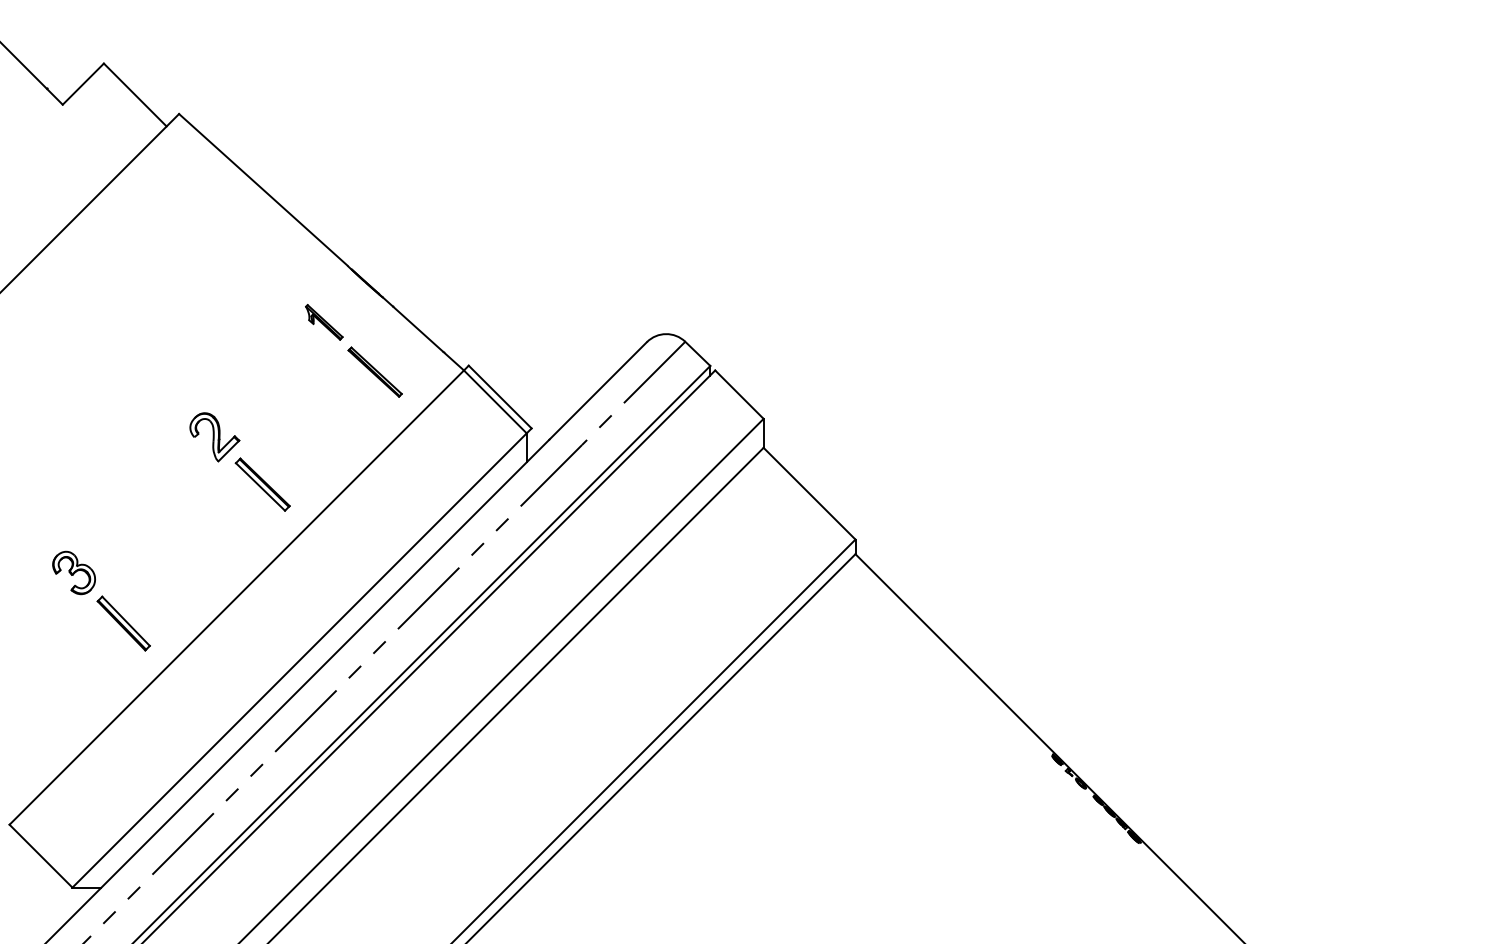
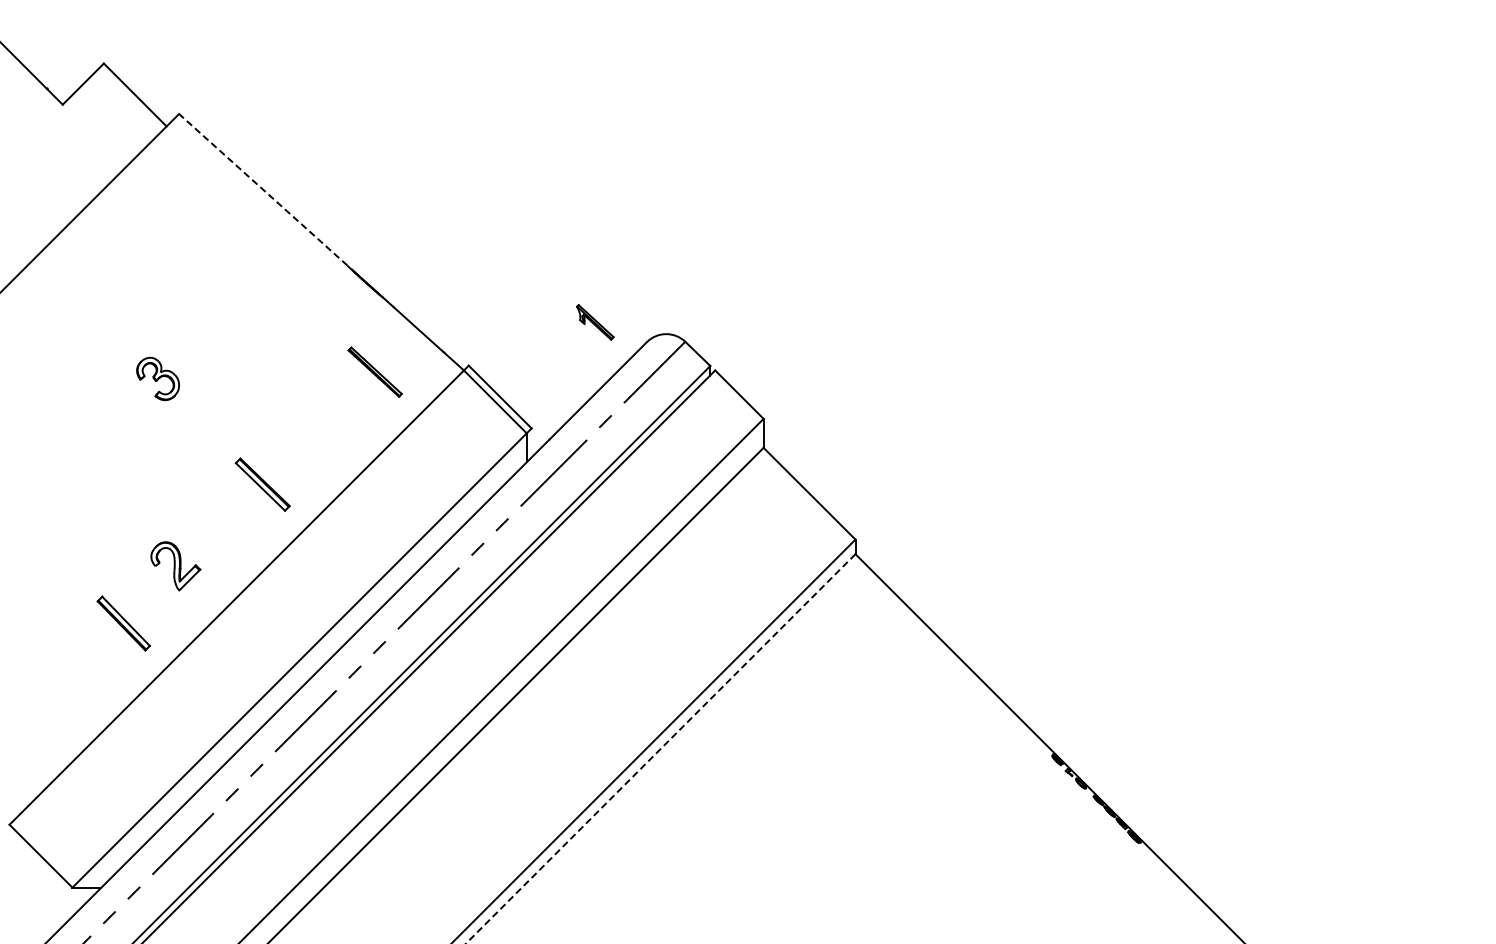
line at (262, 189): solid -> dashed
part at (324, 322) position: (324, 322) -> (595, 322)
part at (214, 437) position: (214, 437) -> (175, 566)
part at (73, 572) position: (73, 572) -> (157, 378)
line at (660, 749): solid -> dashed
